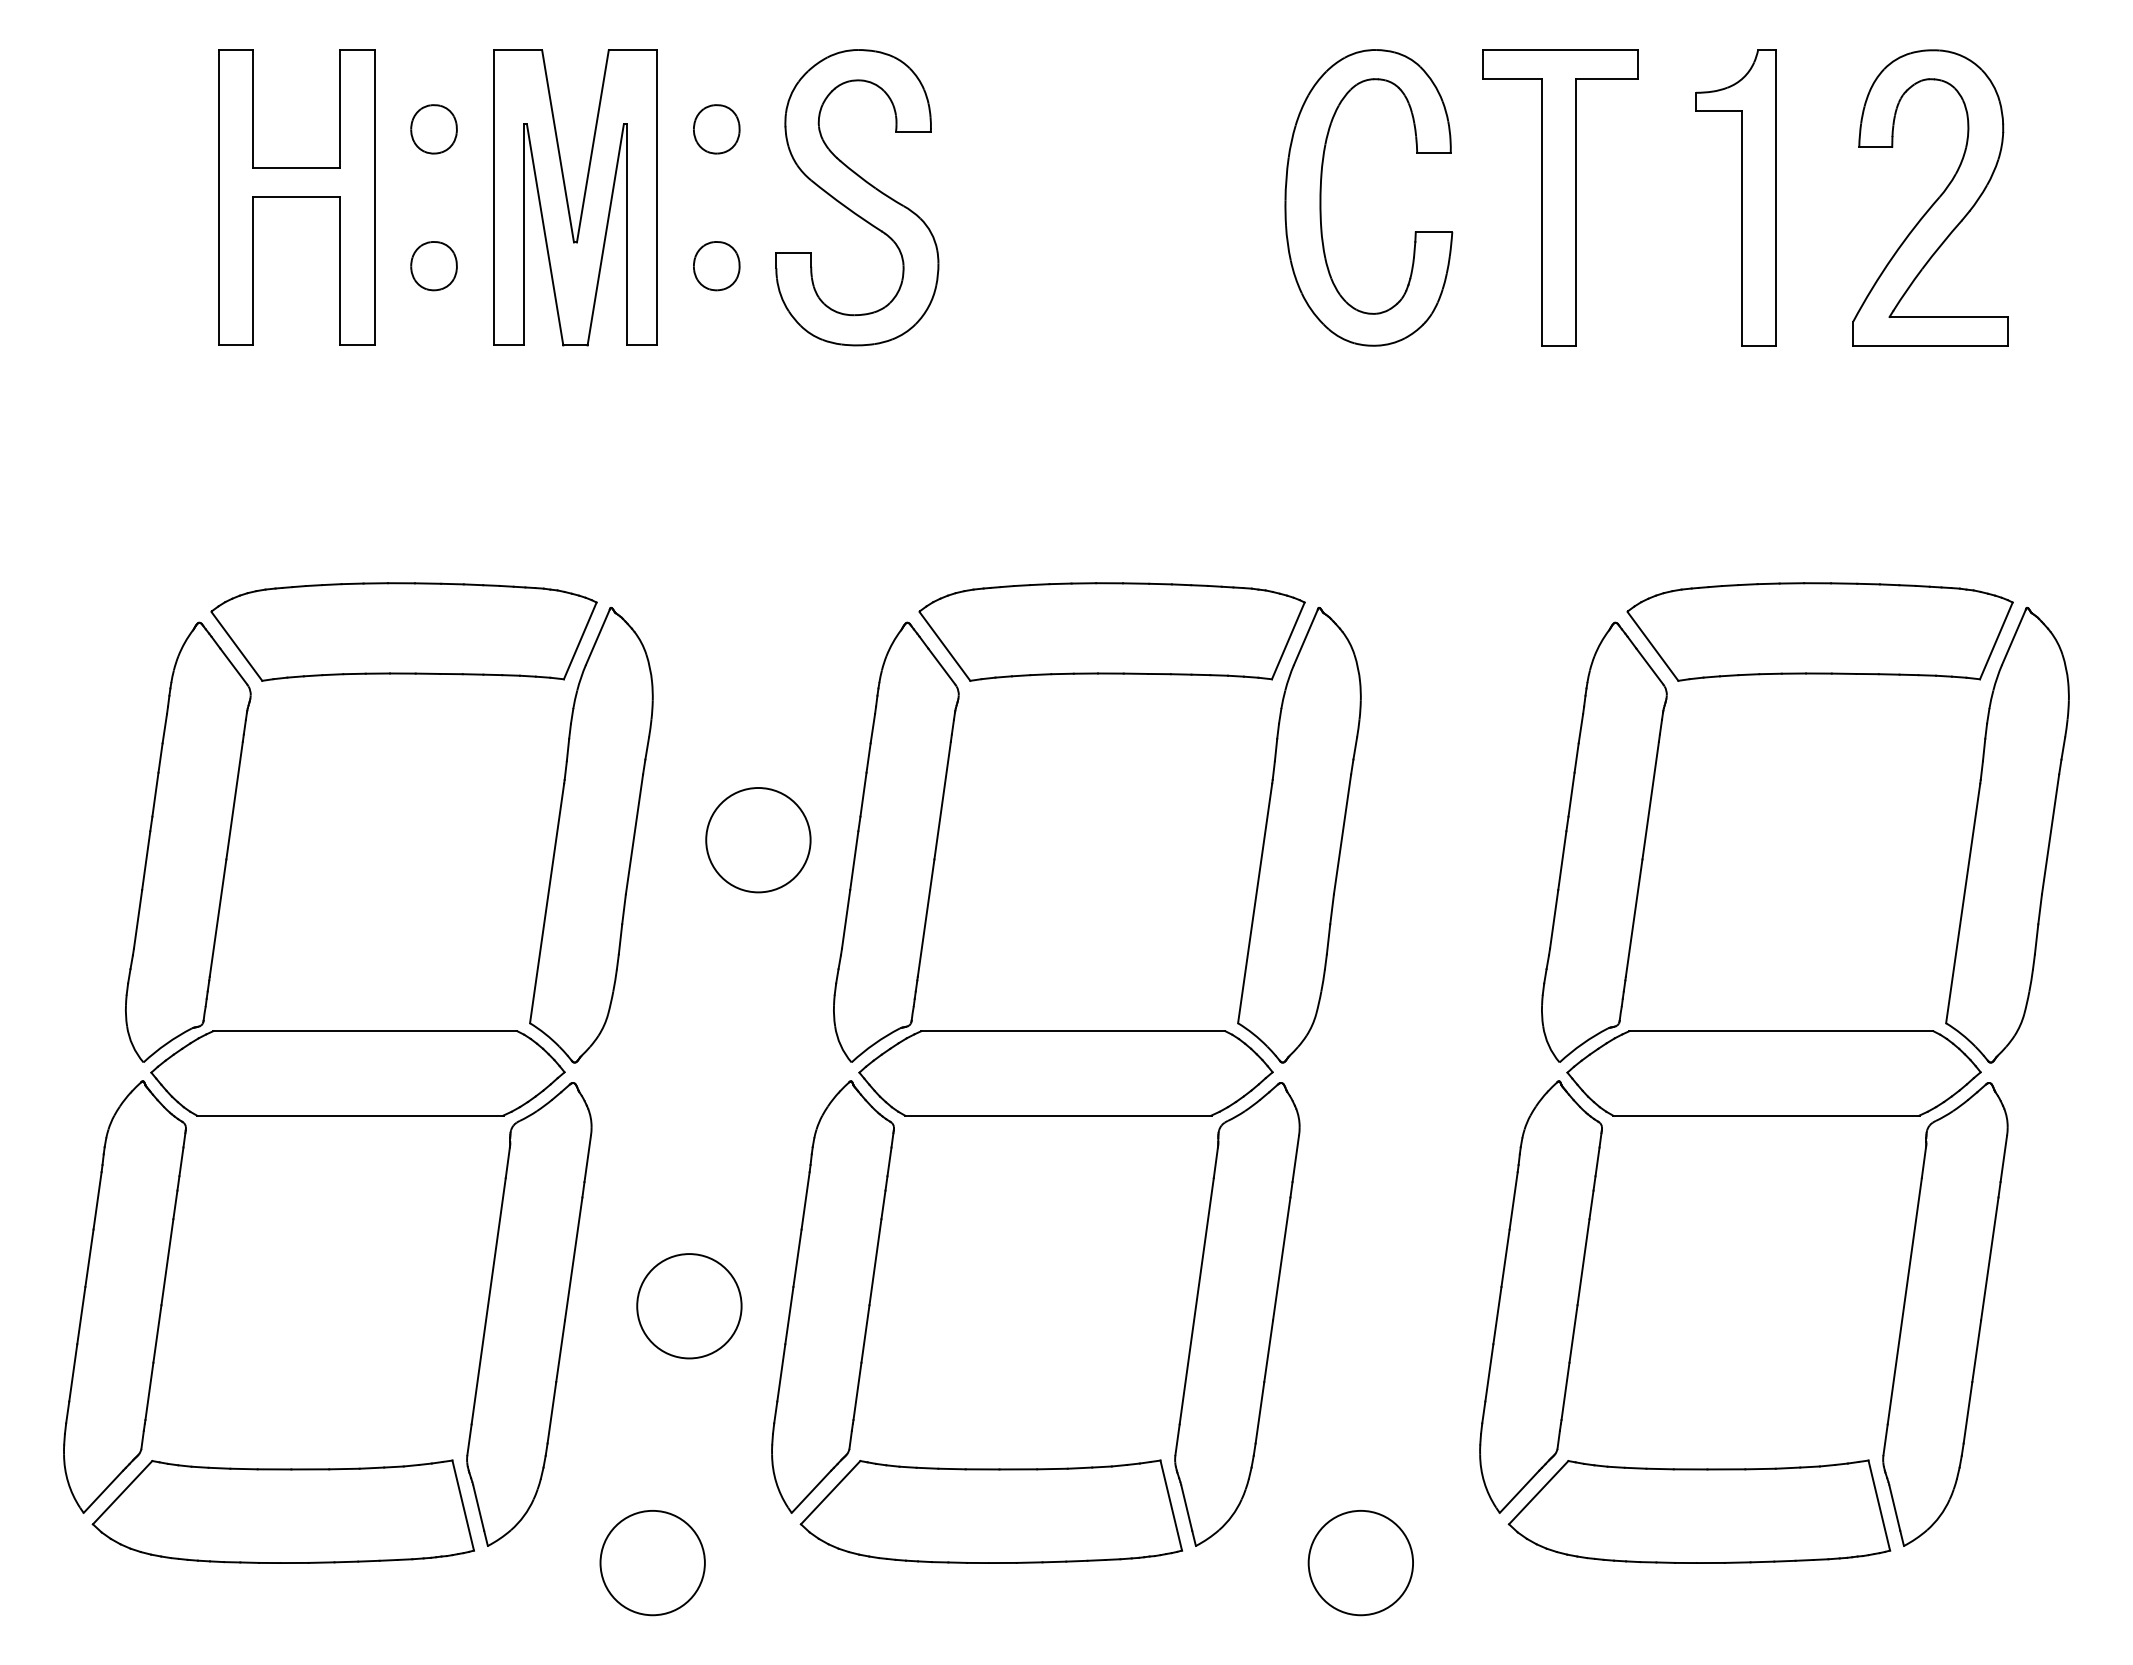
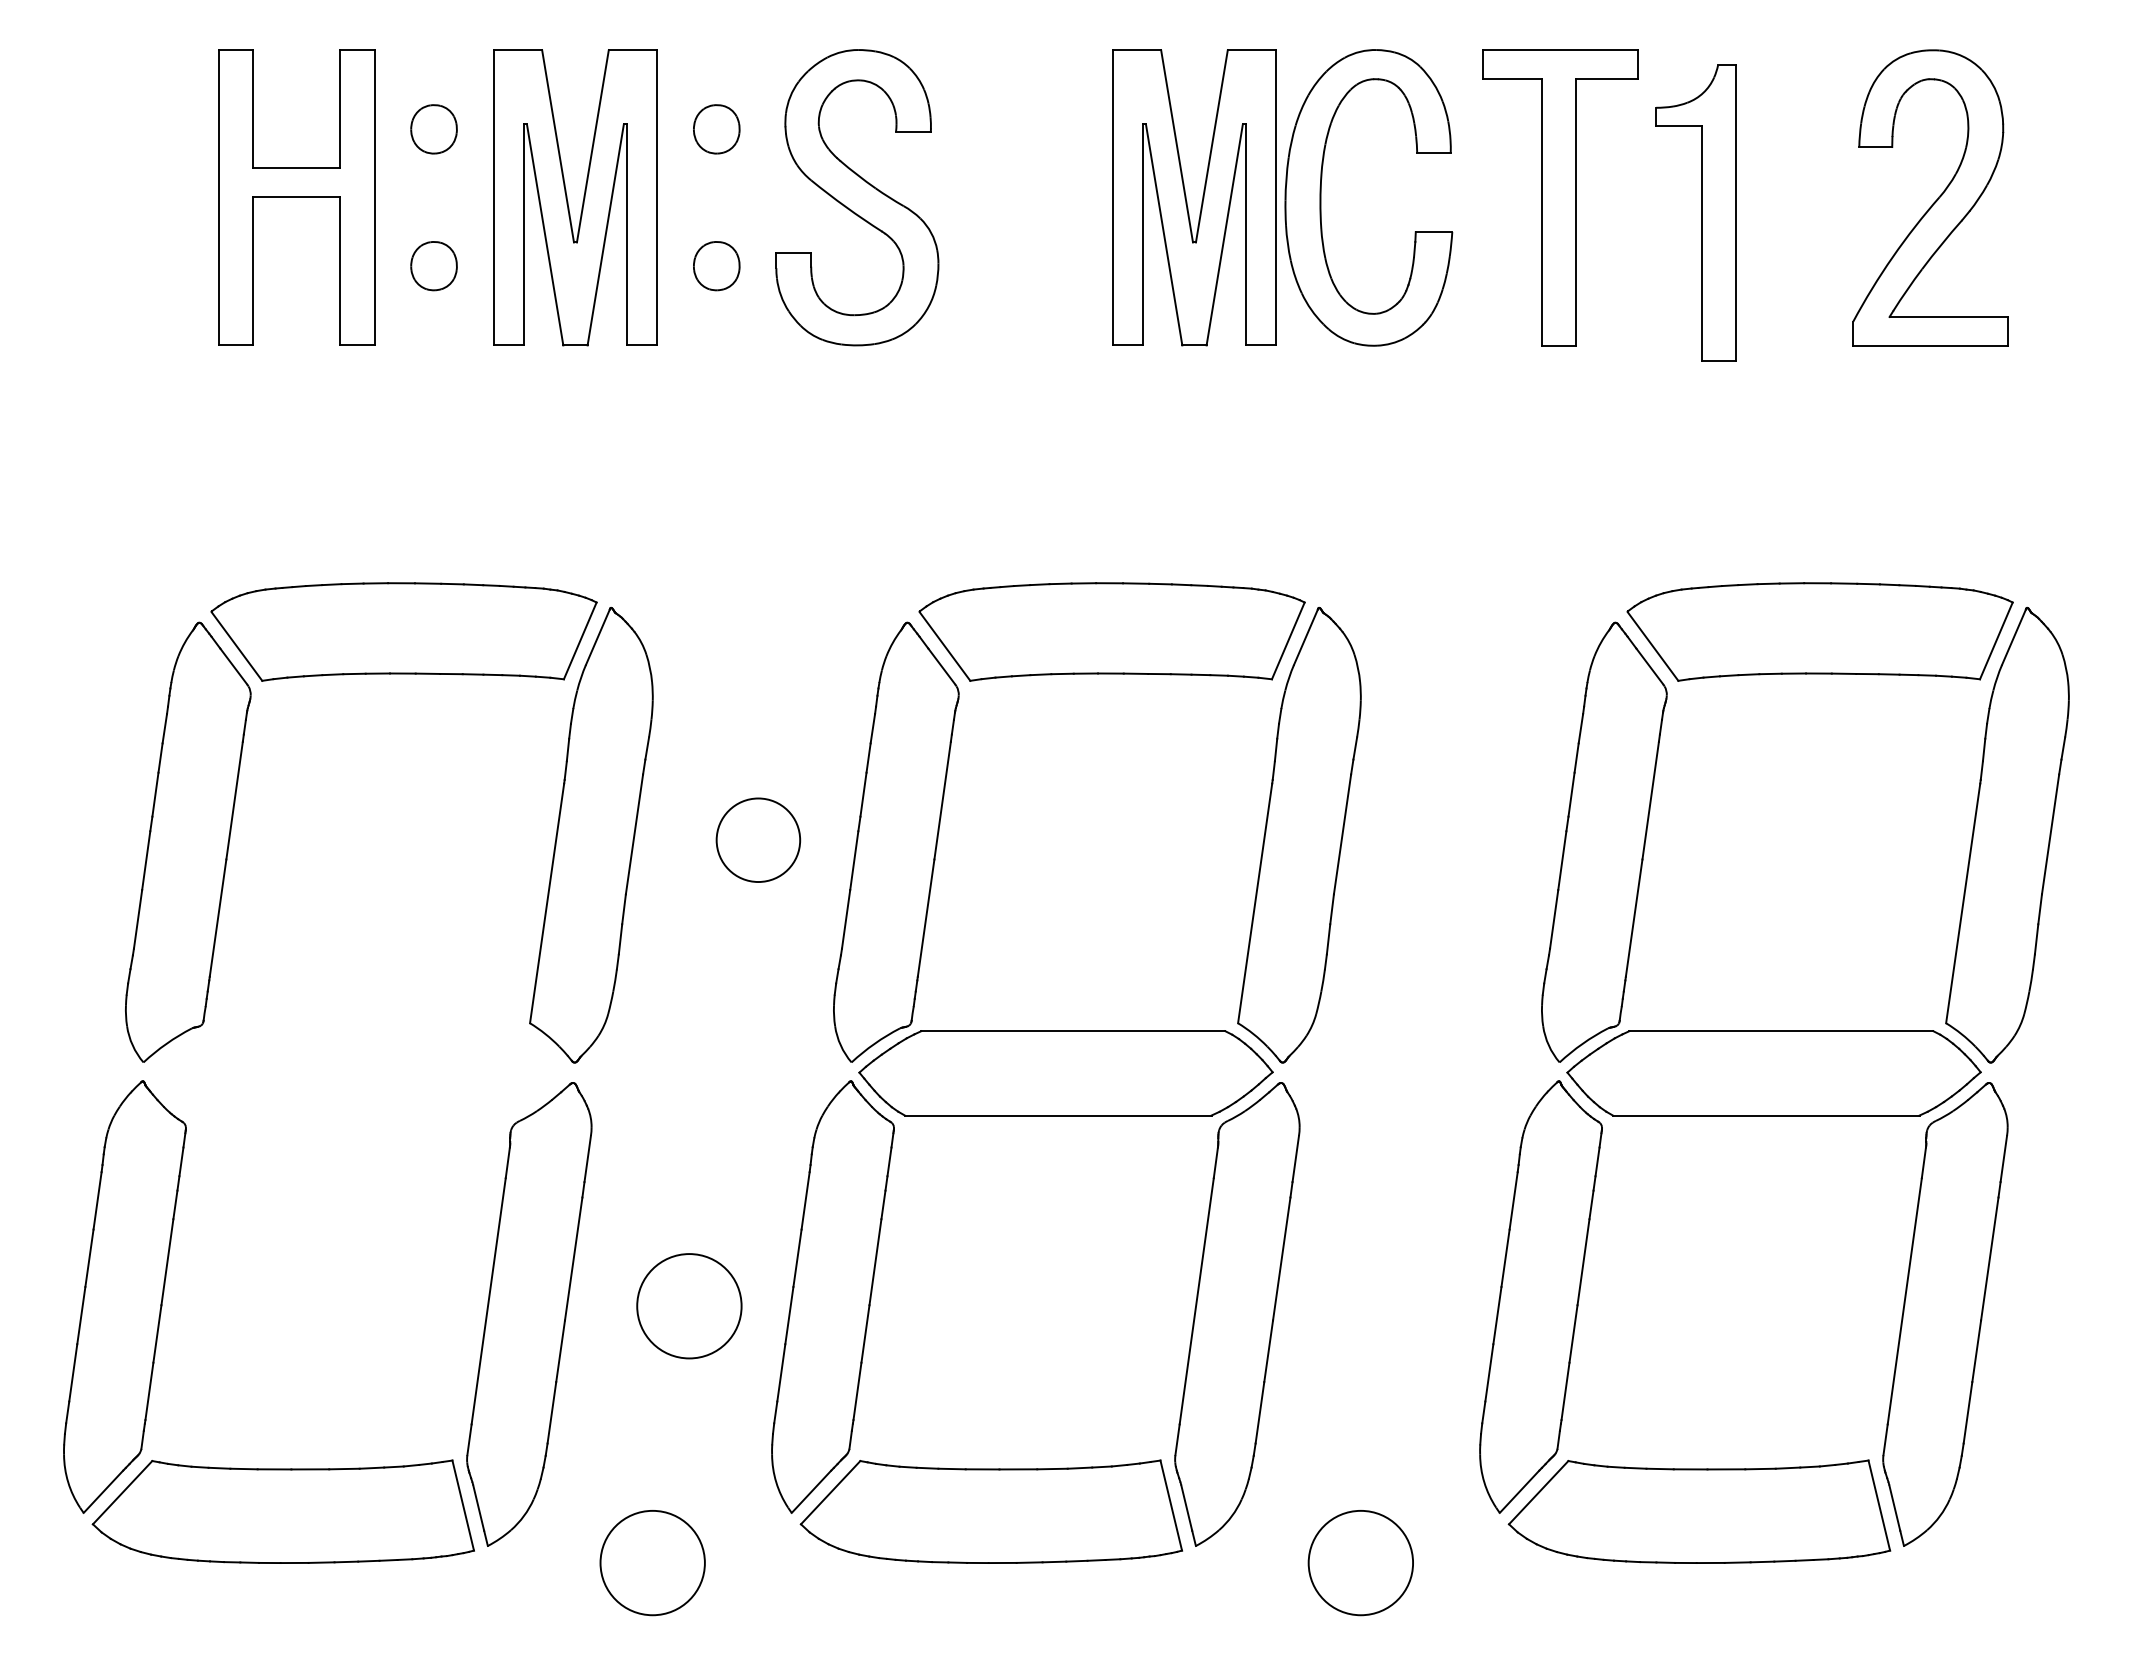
part at (1186, 197): none -> present
part at (1735, 197) position: (1735, 197) -> (1695, 212)
circle at (758, 840) size: 107x107 px -> 87x86 px
part at (357, 1073): present -> none
